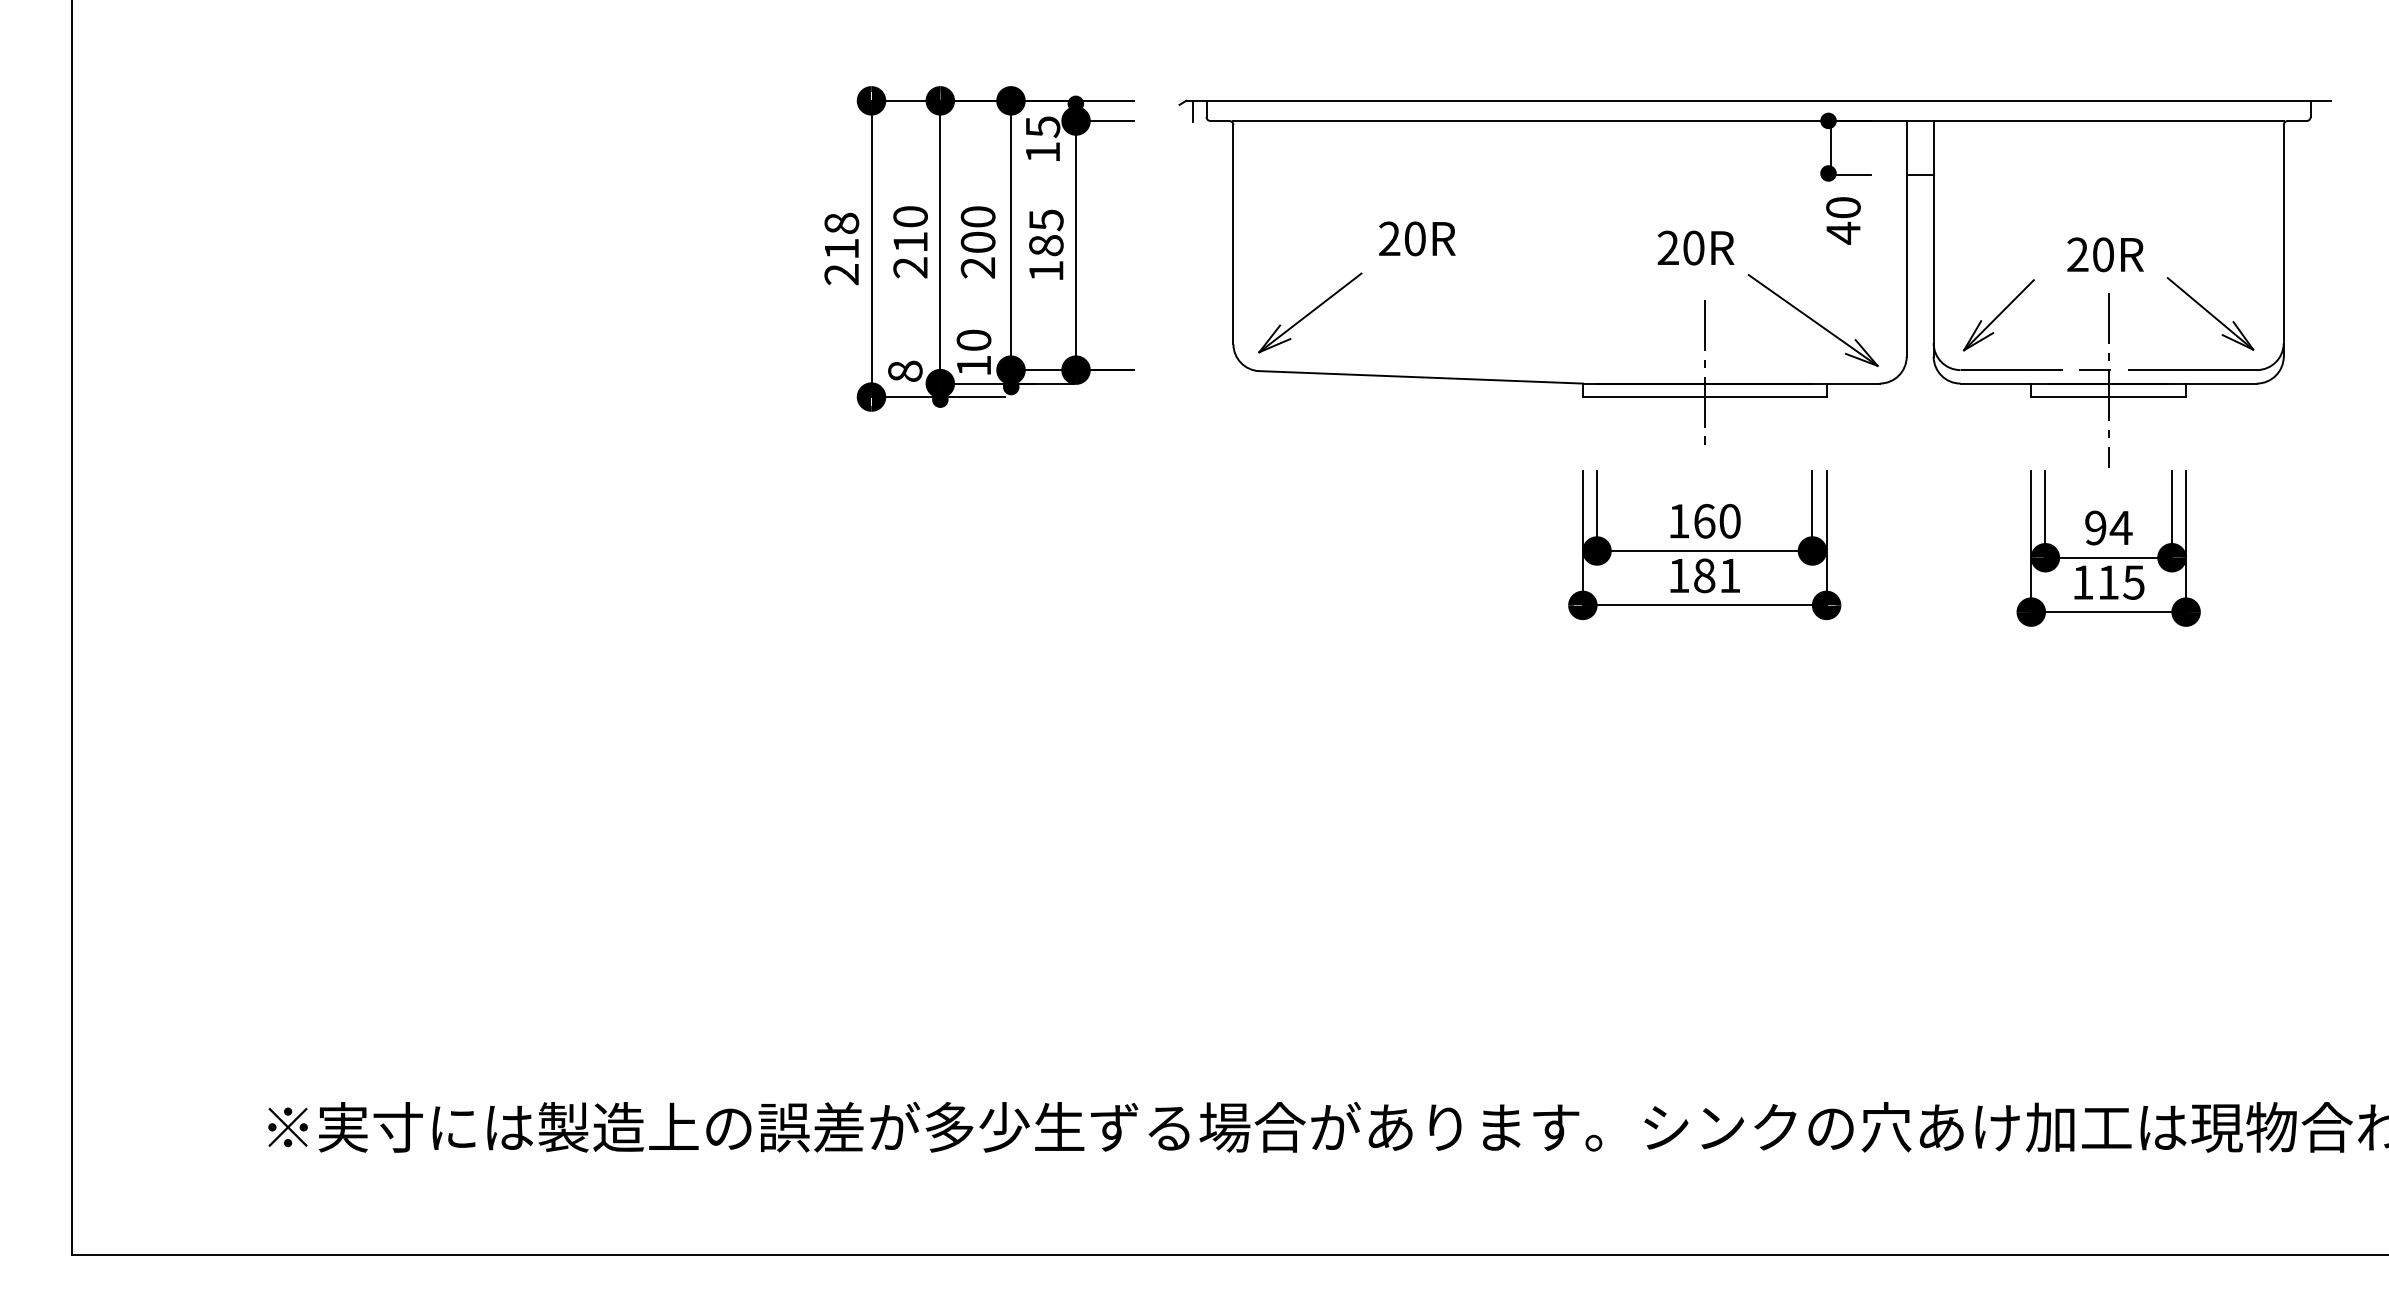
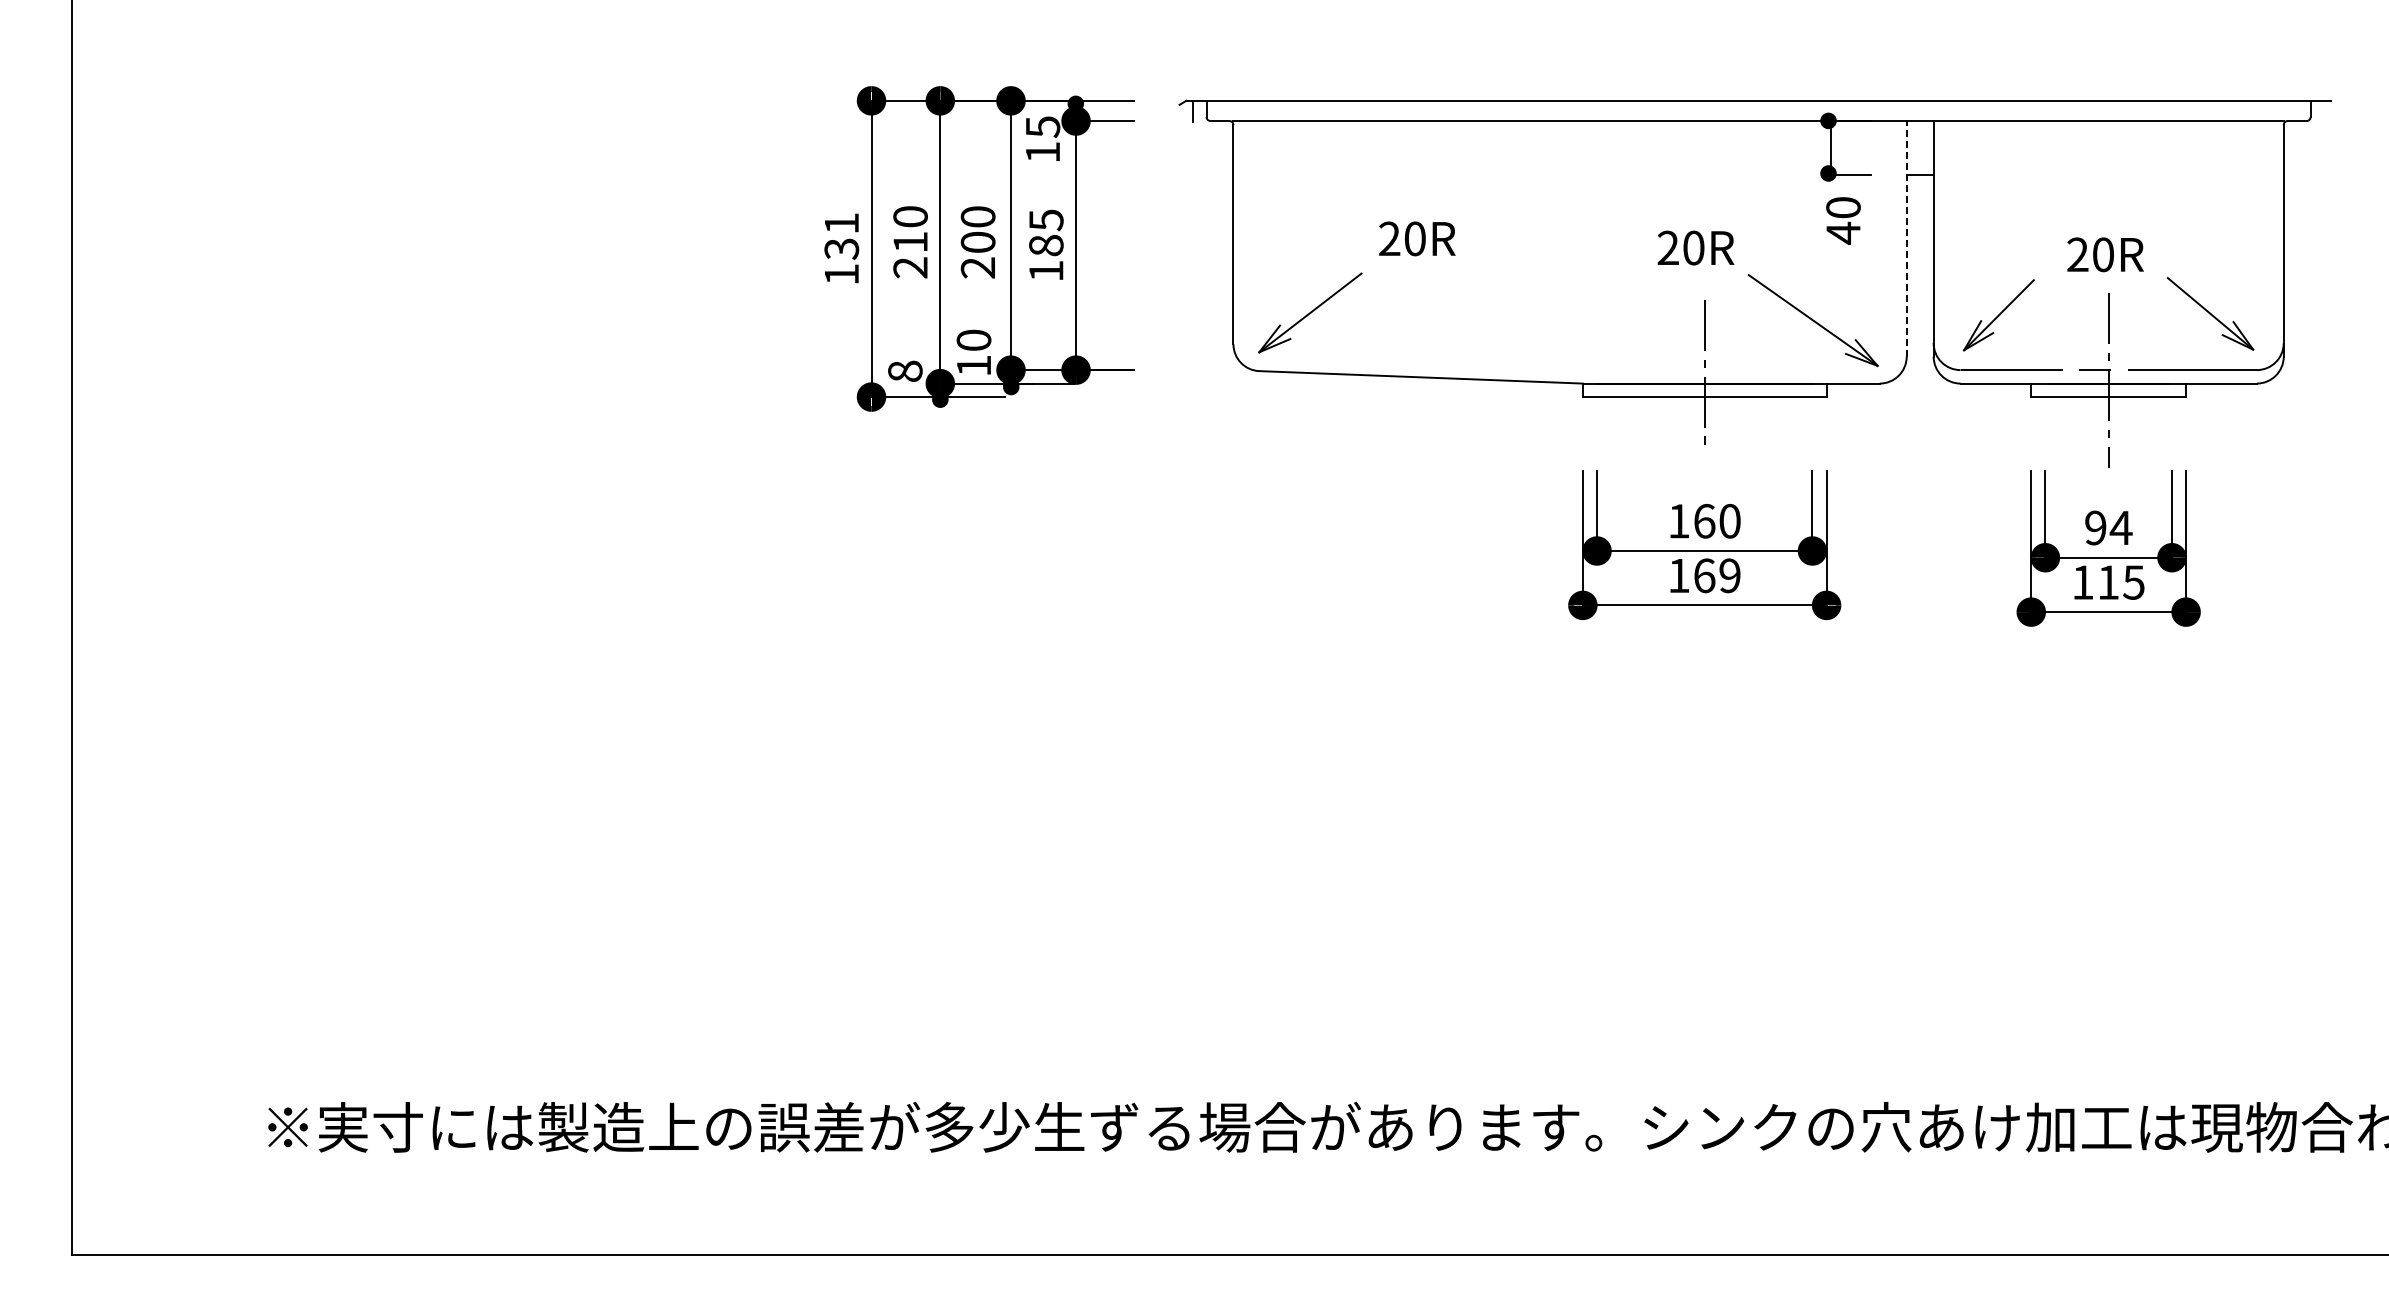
line at (1906, 238): solid -> dashed
text at (841, 248): 218 -> 131
text at (1717, 575): 181 -> 169
